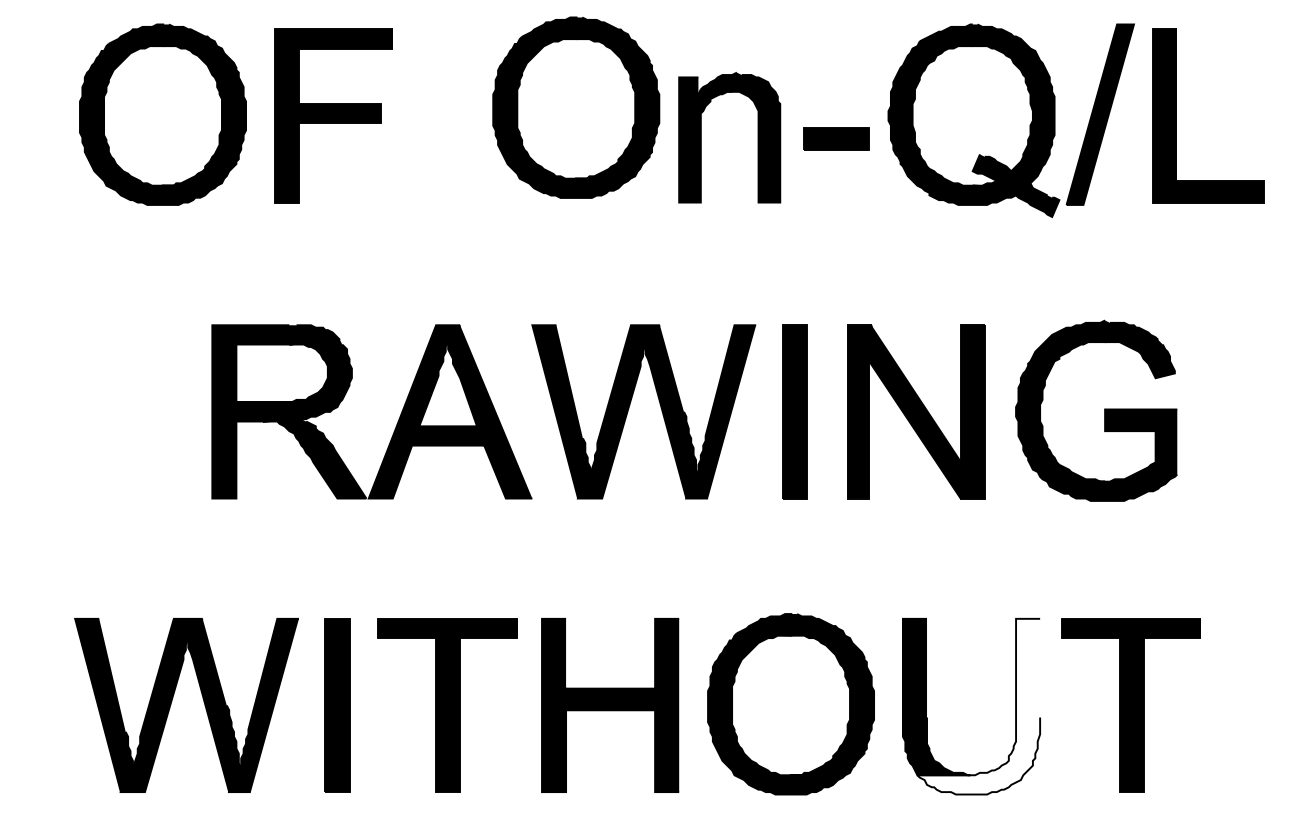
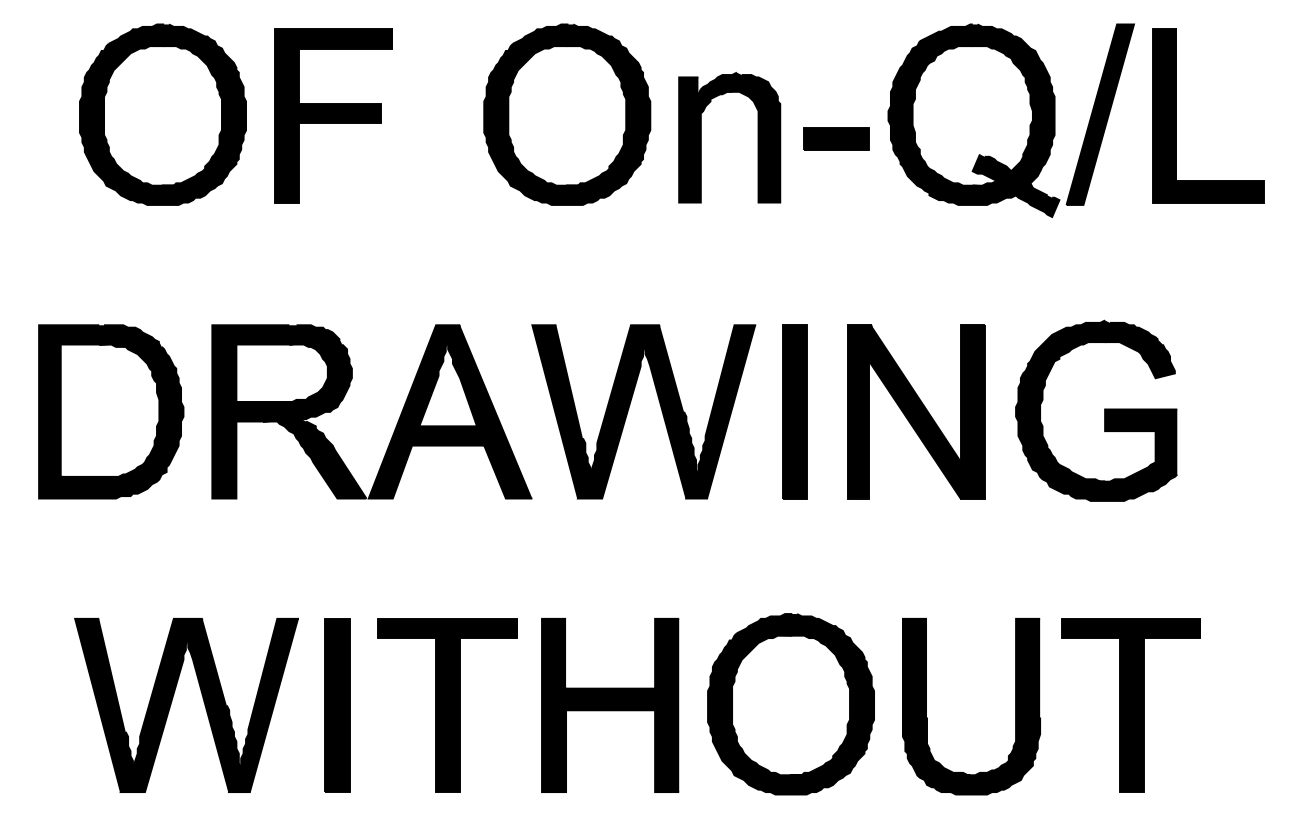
part at (576, 107) position: (576, 107) -> (567, 114)
part at (111, 411): none -> present
fill at (978, 706): none -> present
